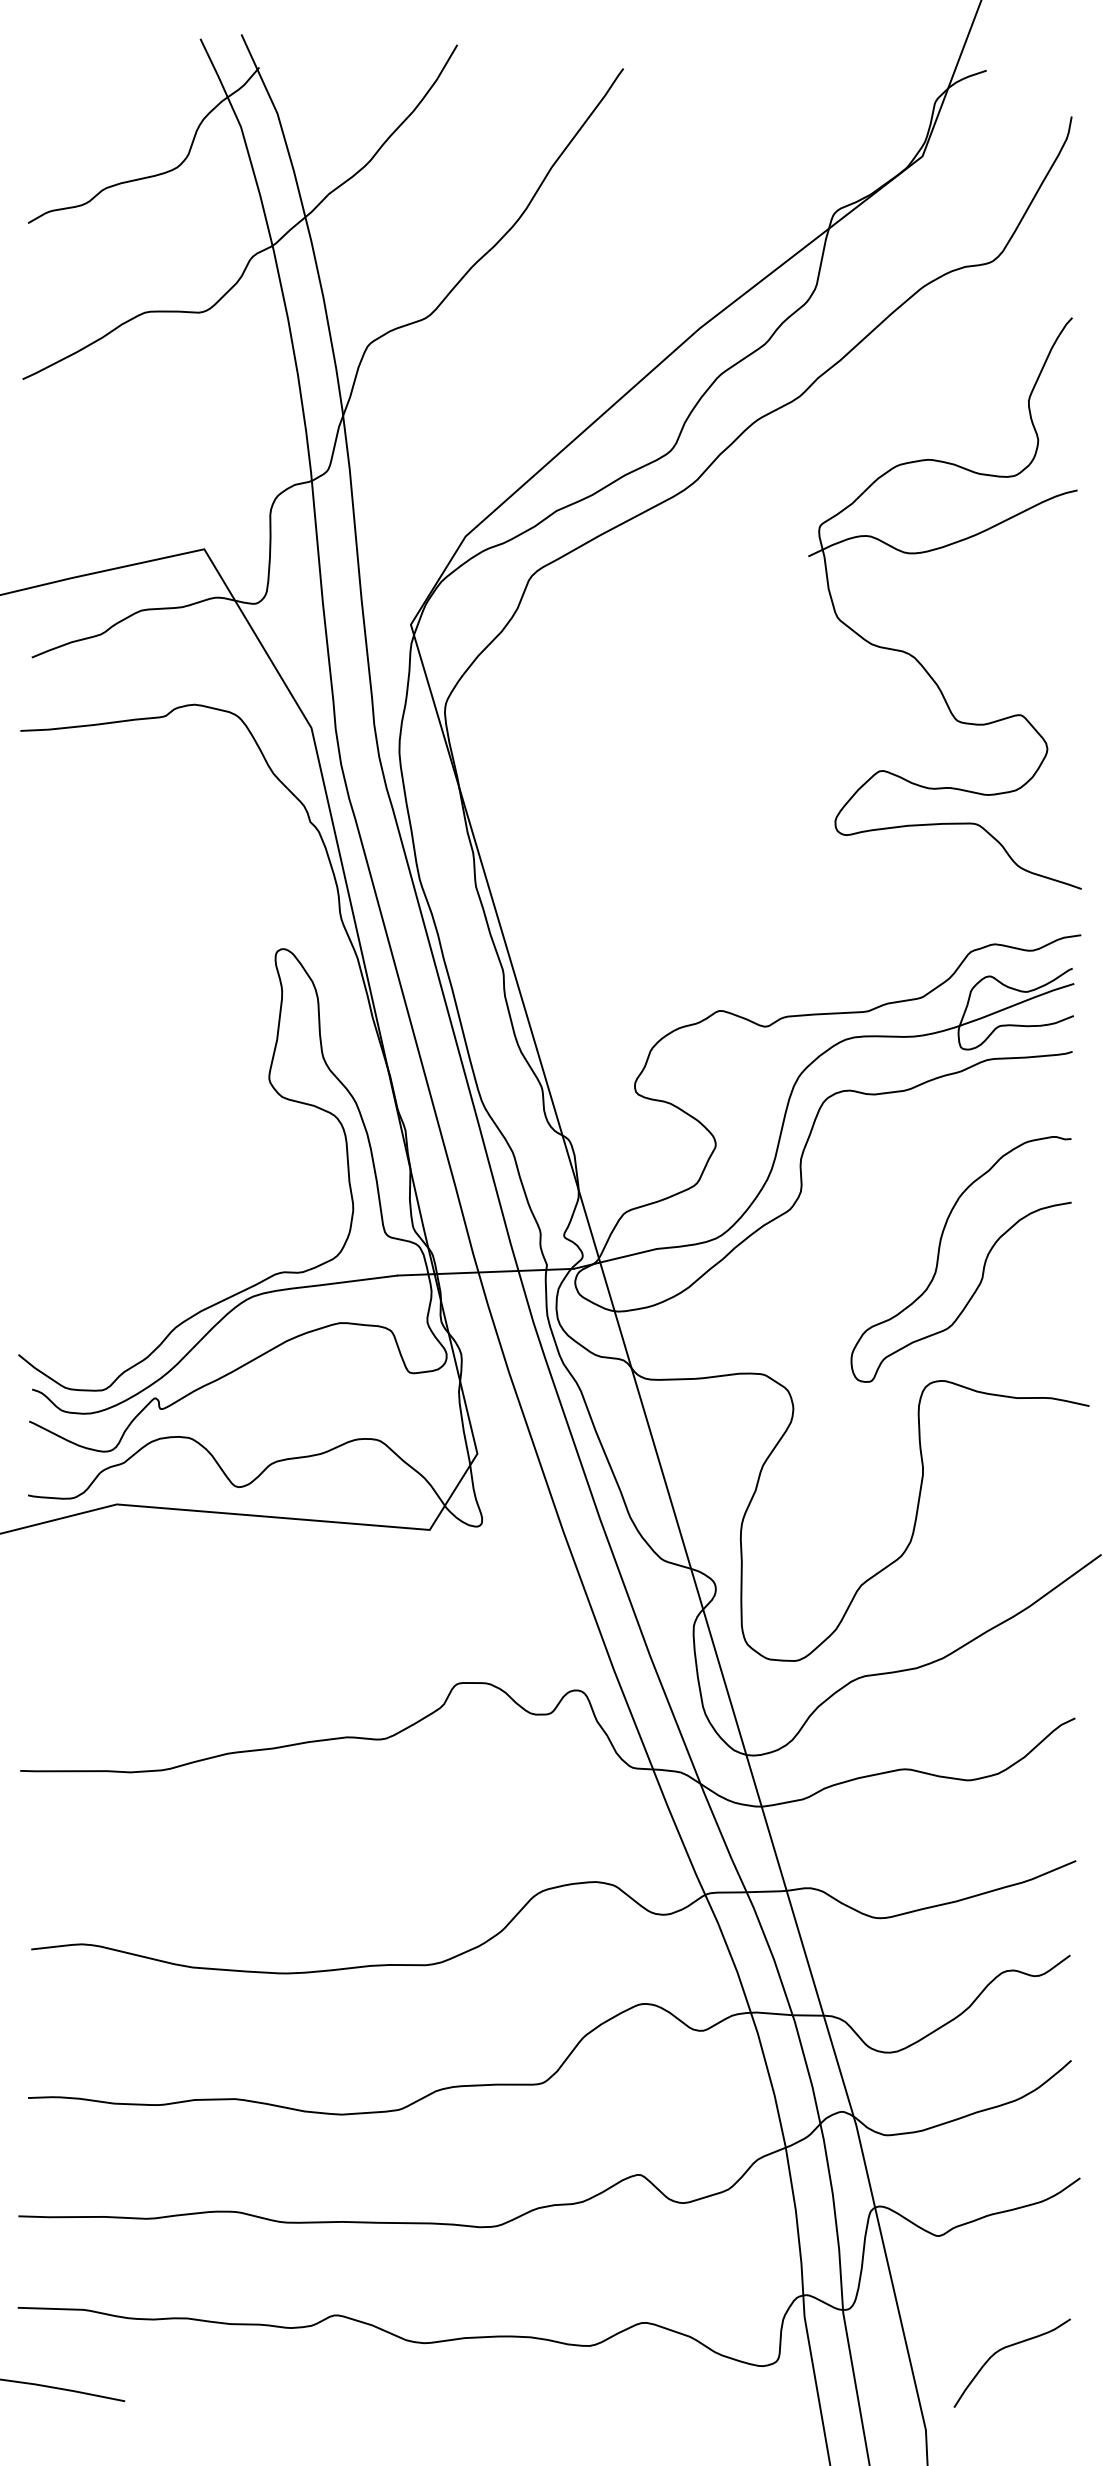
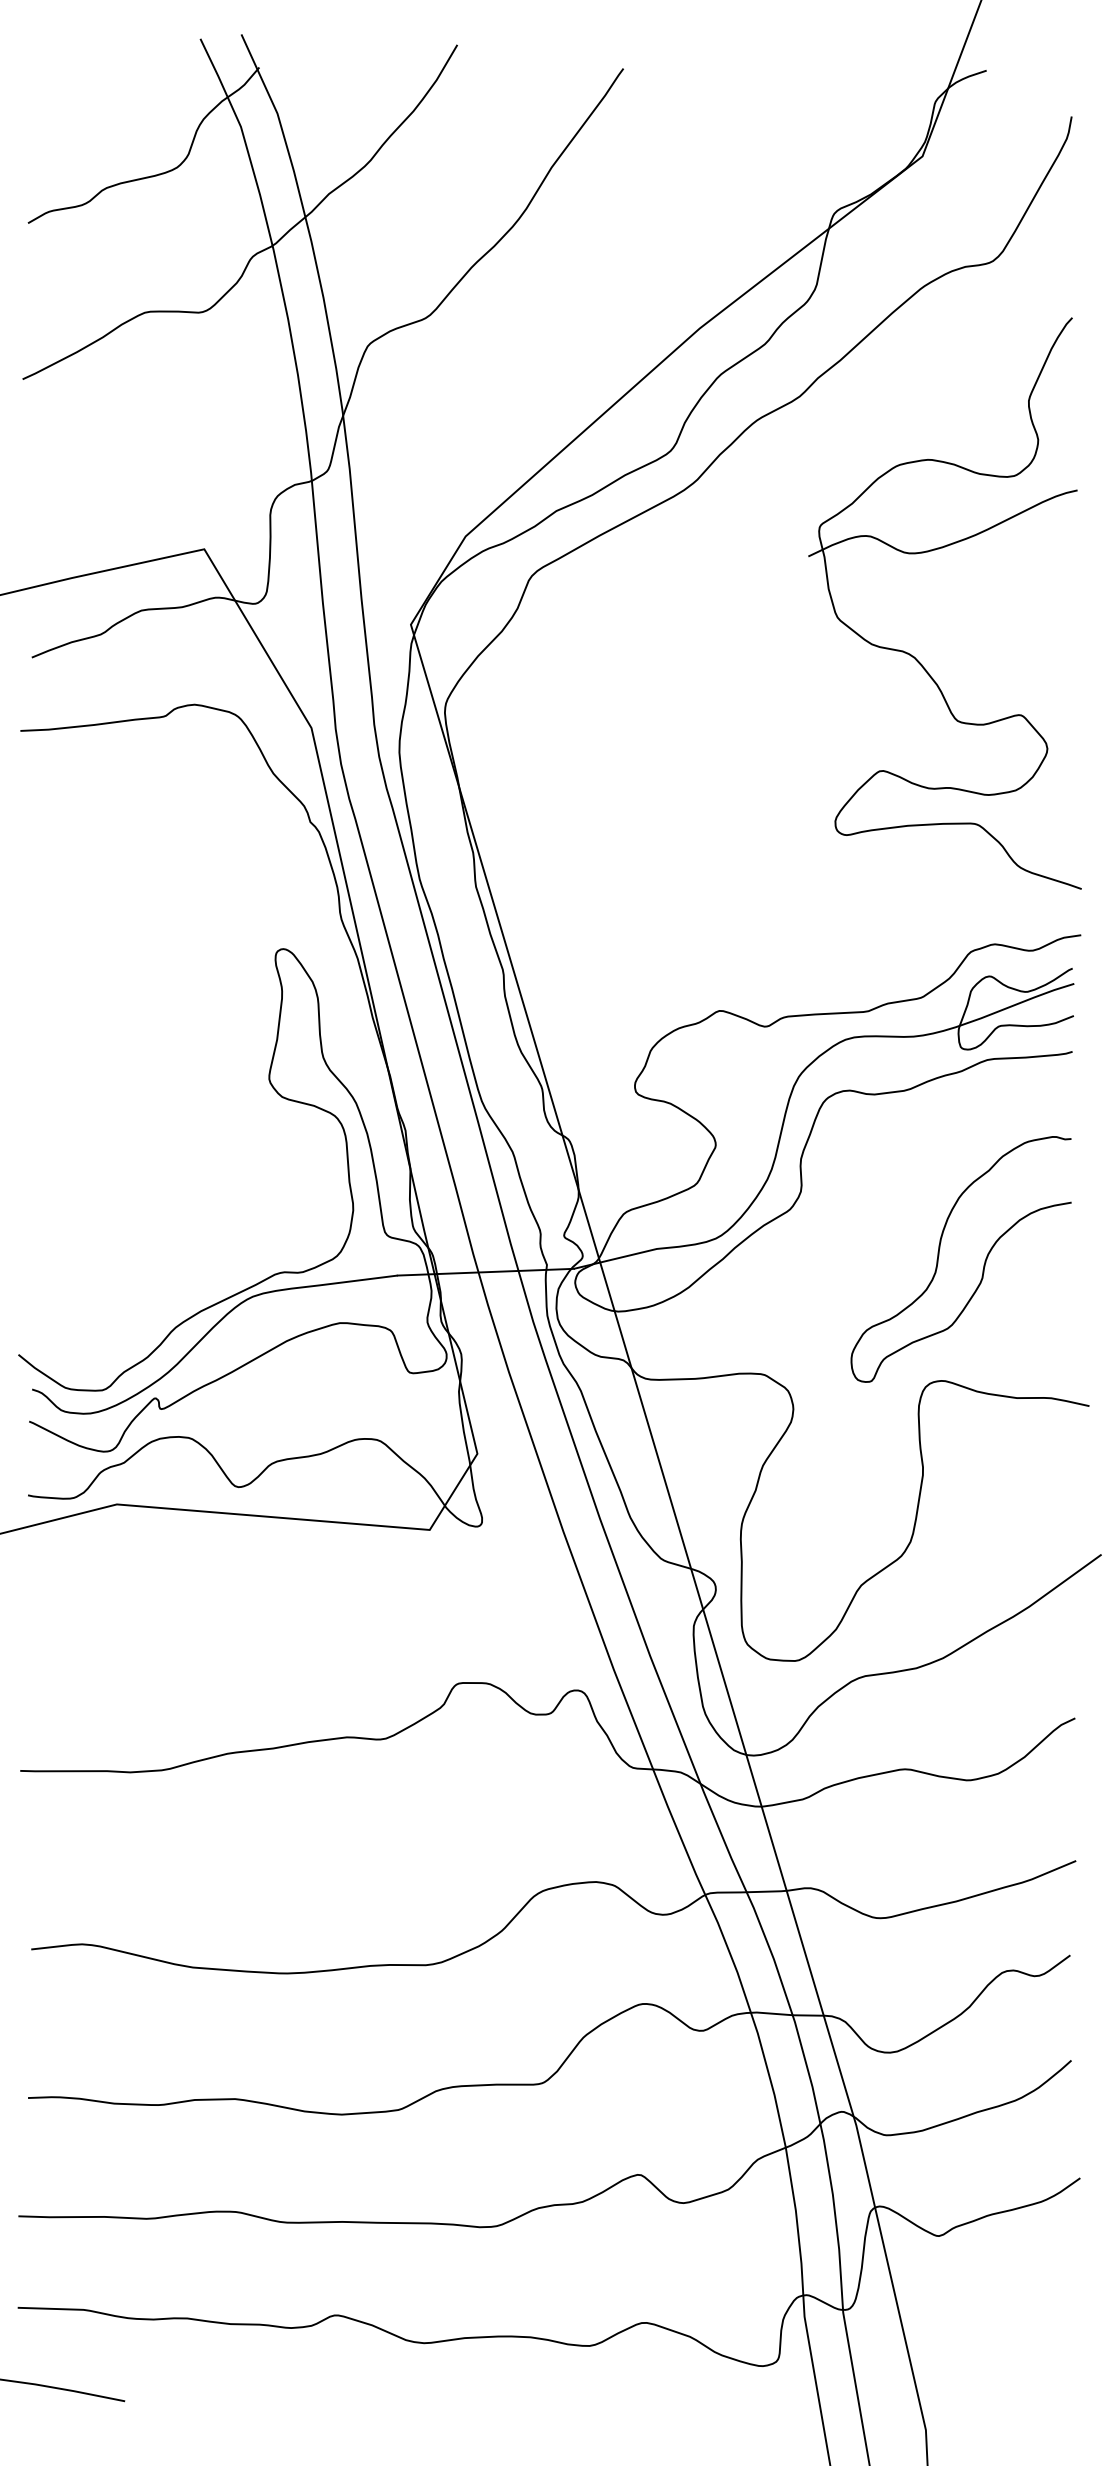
curve at (1005, 2348): present -> none
